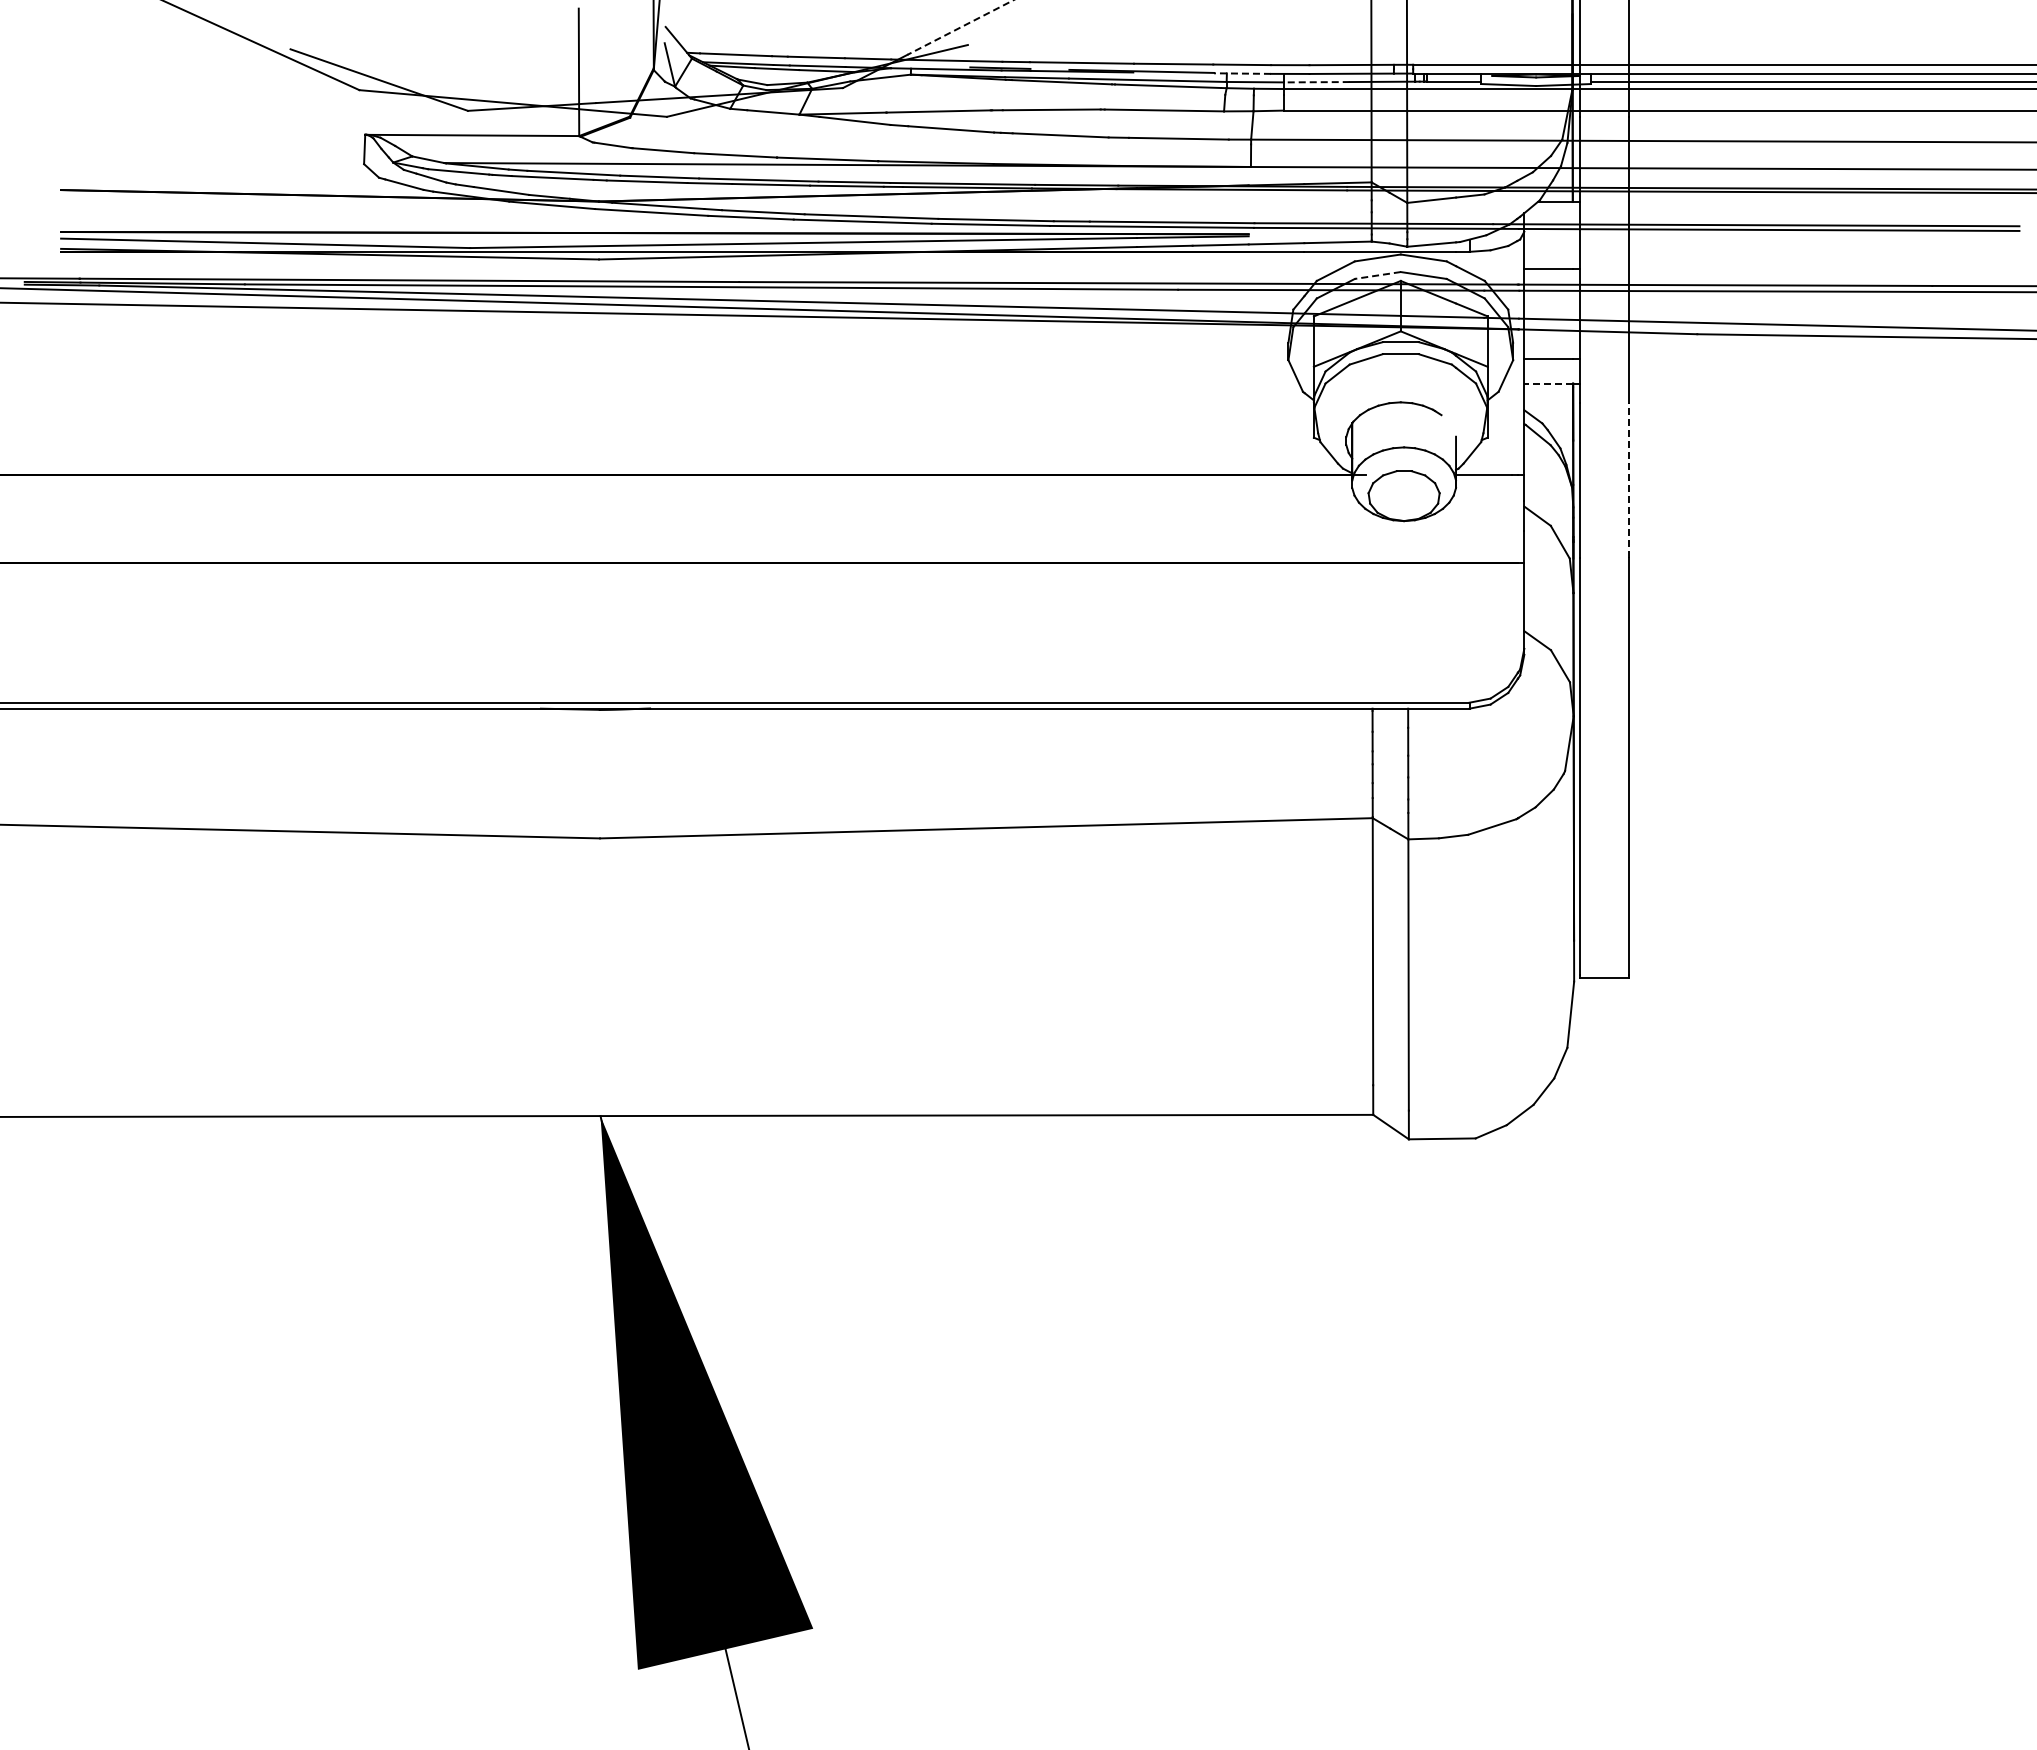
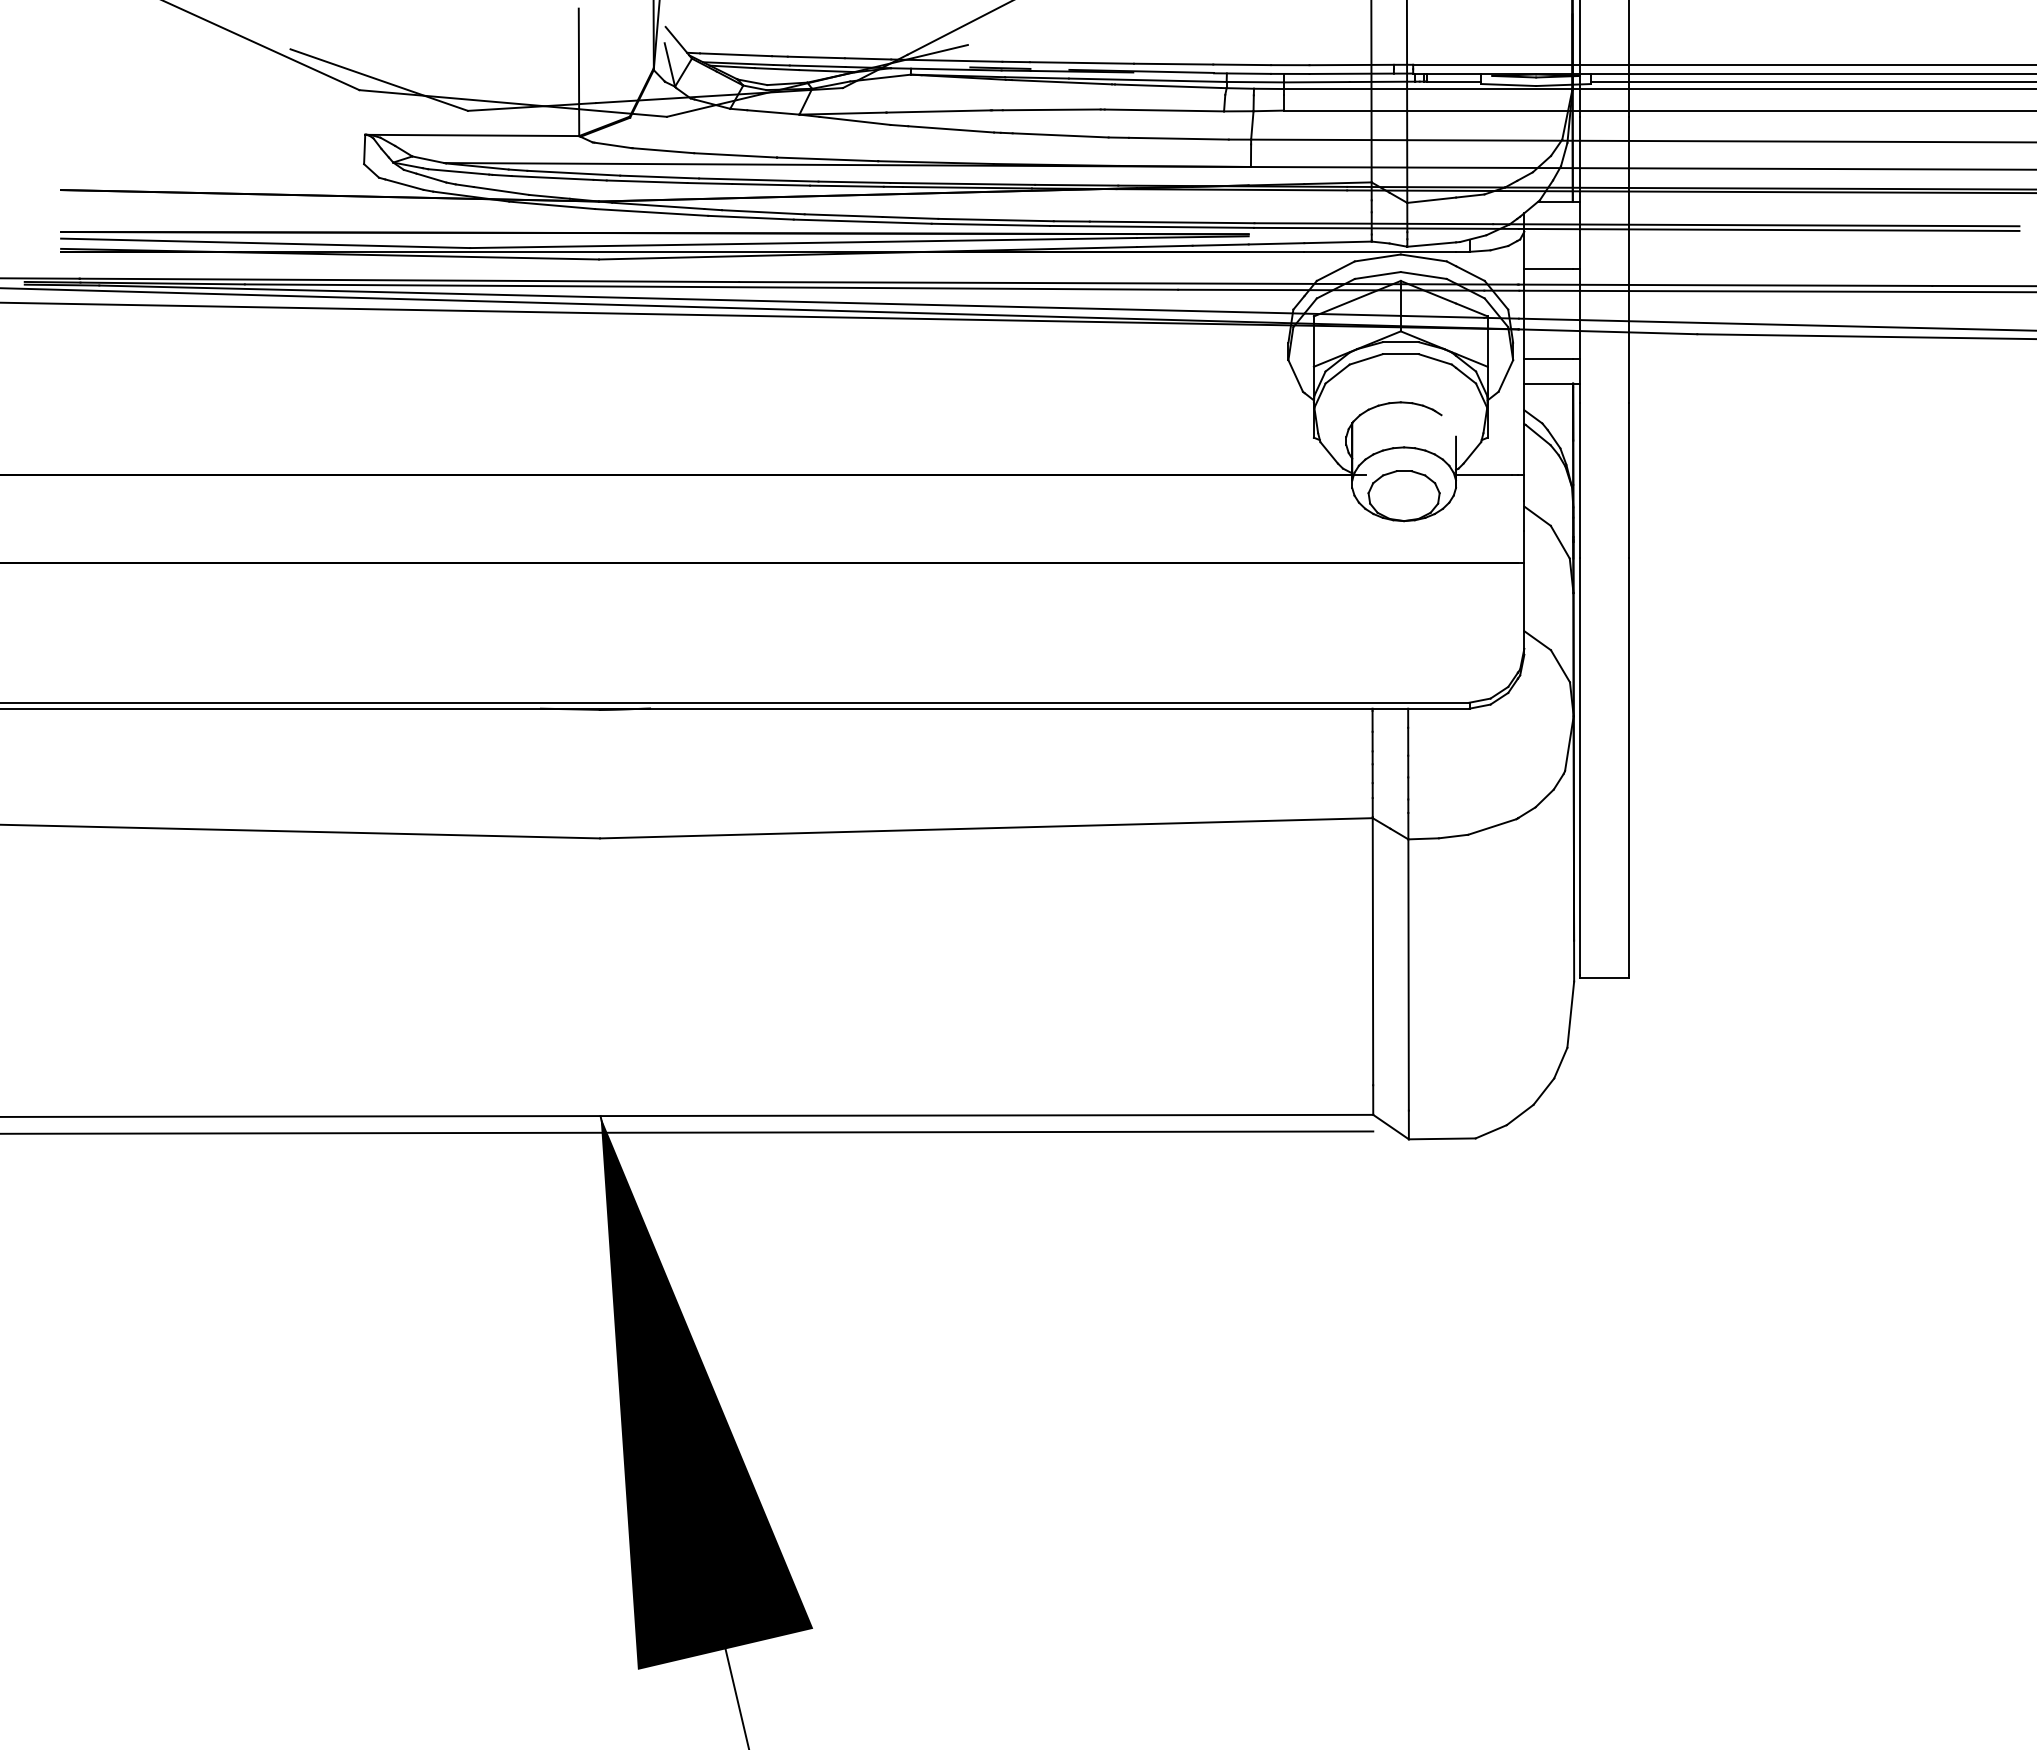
line at (960, 27): dashed -> solid
line at (1242, 73): dashed -> solid
line at (1316, 82): dashed -> solid
line at (1377, 275): dashed -> solid
line at (1548, 383): dashed -> solid
line at (1628, 479): dashed -> solid
line at (687, 1132): none -> present
